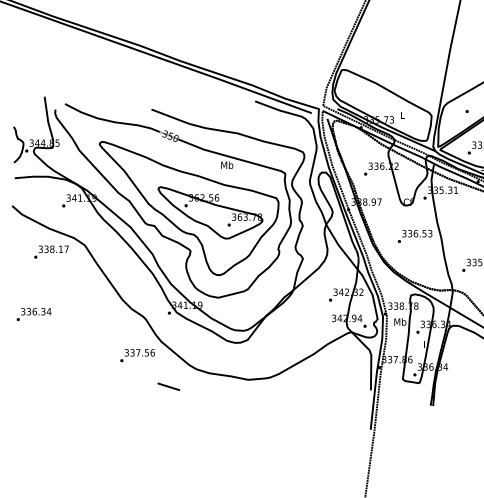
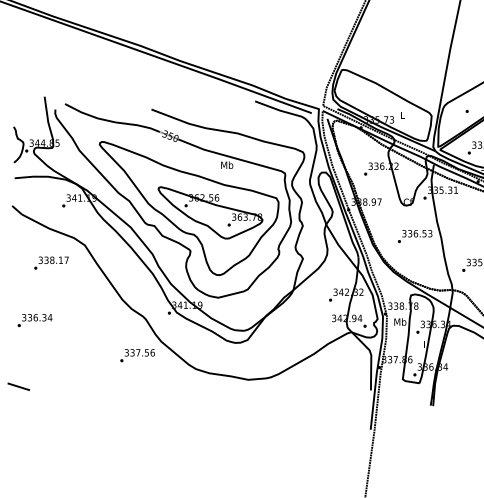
text at (51, 251) position: (51, 251) -> (51, 262)
text at (33, 314) position: (33, 314) -> (34, 320)
line at (168, 386) position: (168, 386) -> (18, 386)
